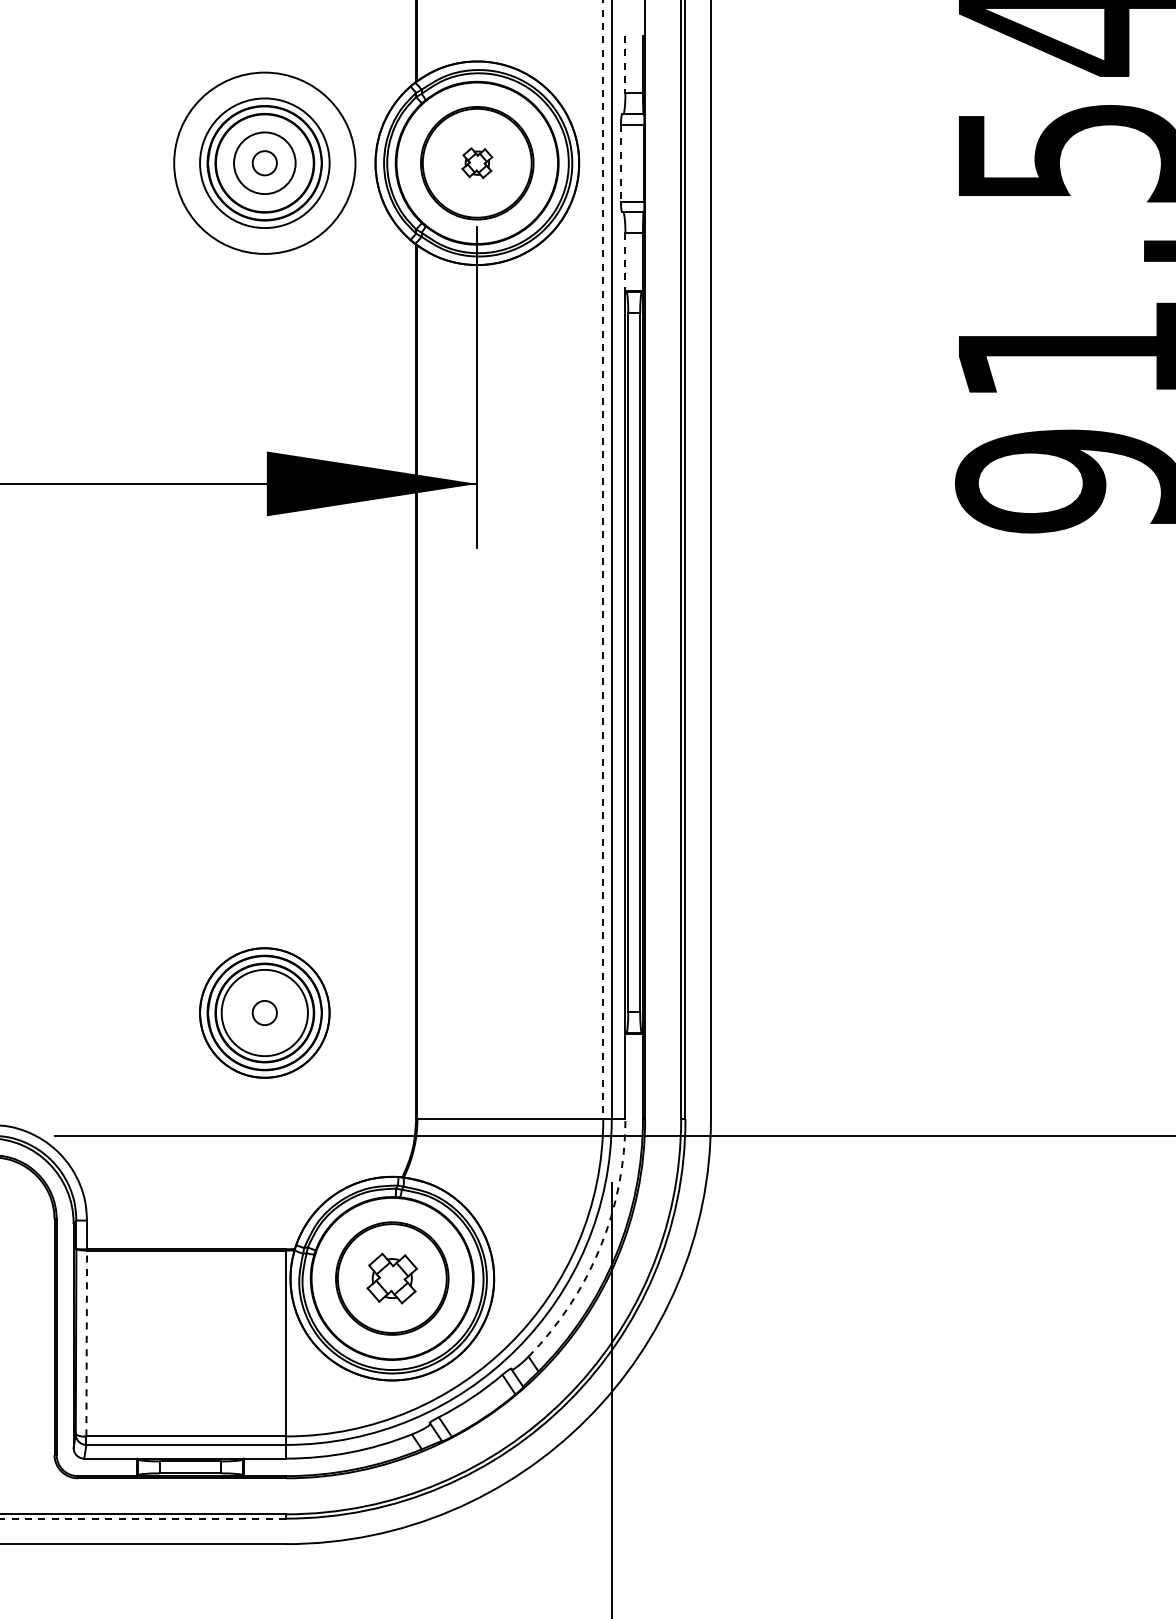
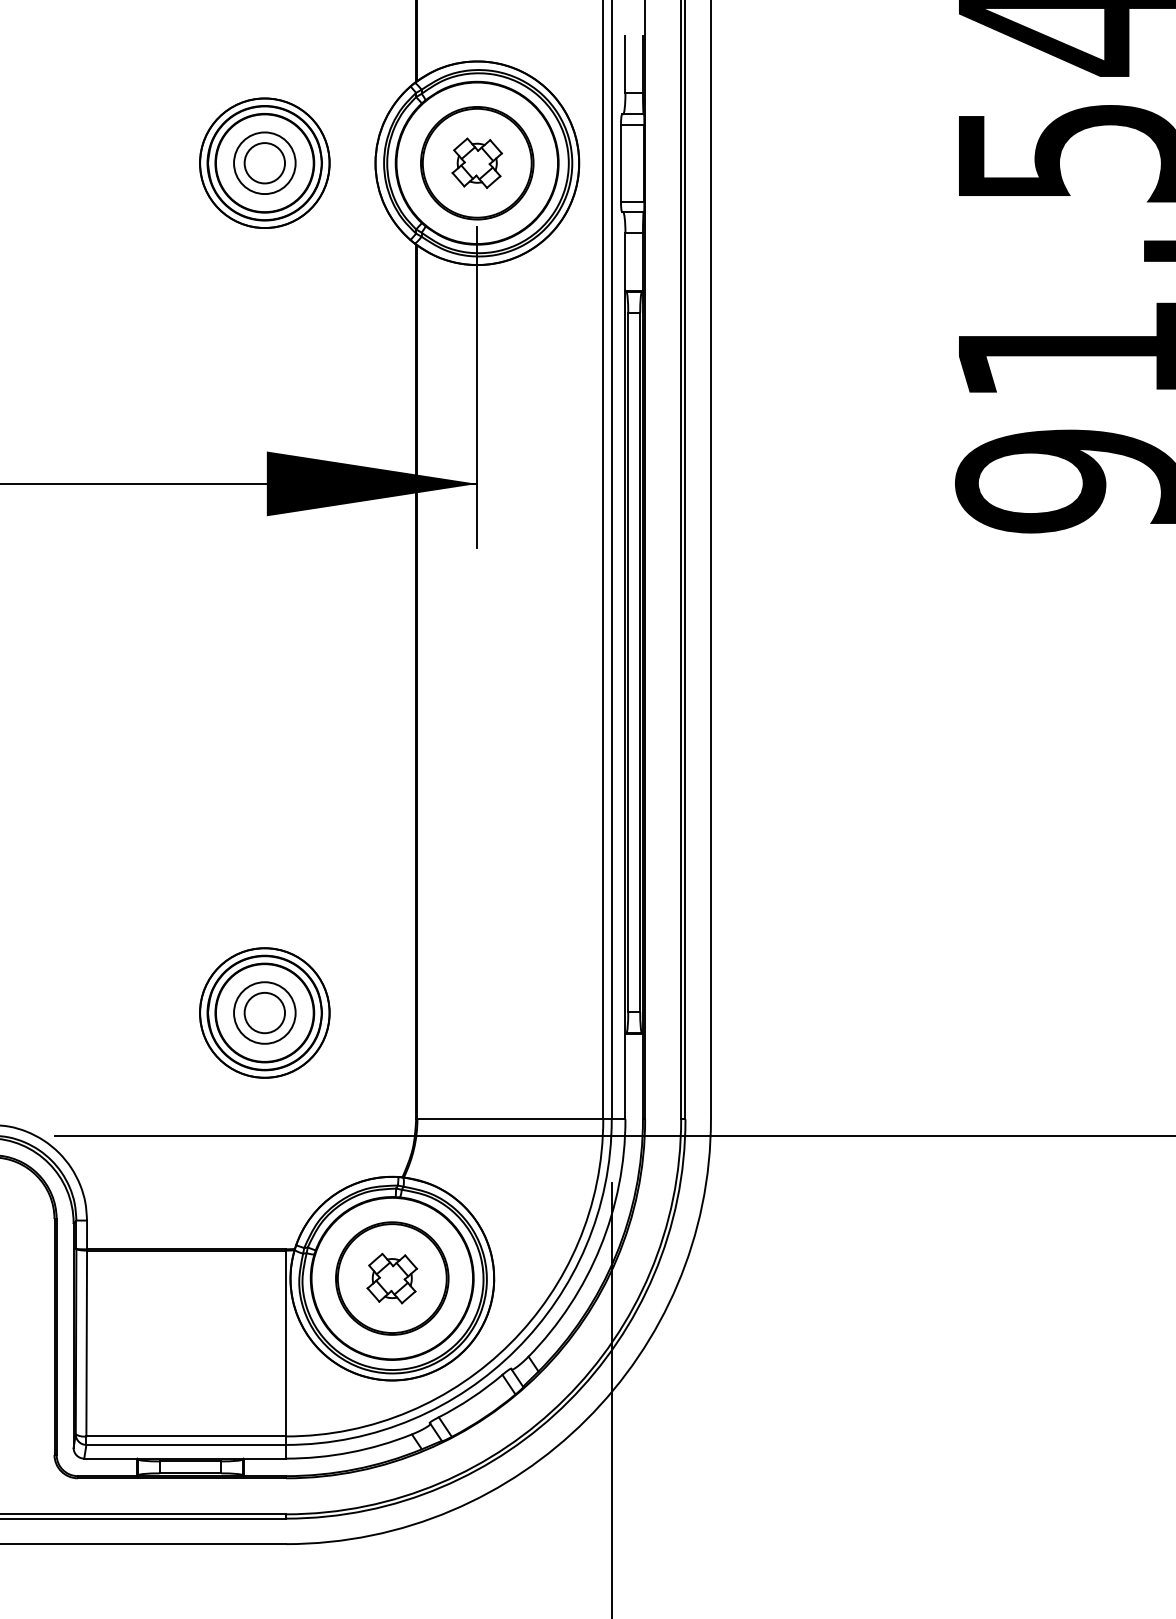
line at (625, 64): dashed -> solid
circle at (264, 162) diameter: 181 px -> 130 px
circle at (264, 163) diameter: 24 px -> 40 px
part at (477, 163) size: 33x33 px -> 53x52 px
line at (620, 163): dashed -> solid
line at (625, 262): dashed -> solid
line at (603, 560): dashed -> solid
circle at (264, 1012) diameter: 24 px -> 40 px
circle at (264, 1012) diameter: 86 px -> 62 px
arc at (600, 1247): dashed -> solid
line at (86, 1343): dashed -> solid
line at (143, 1518): dashed -> solid
